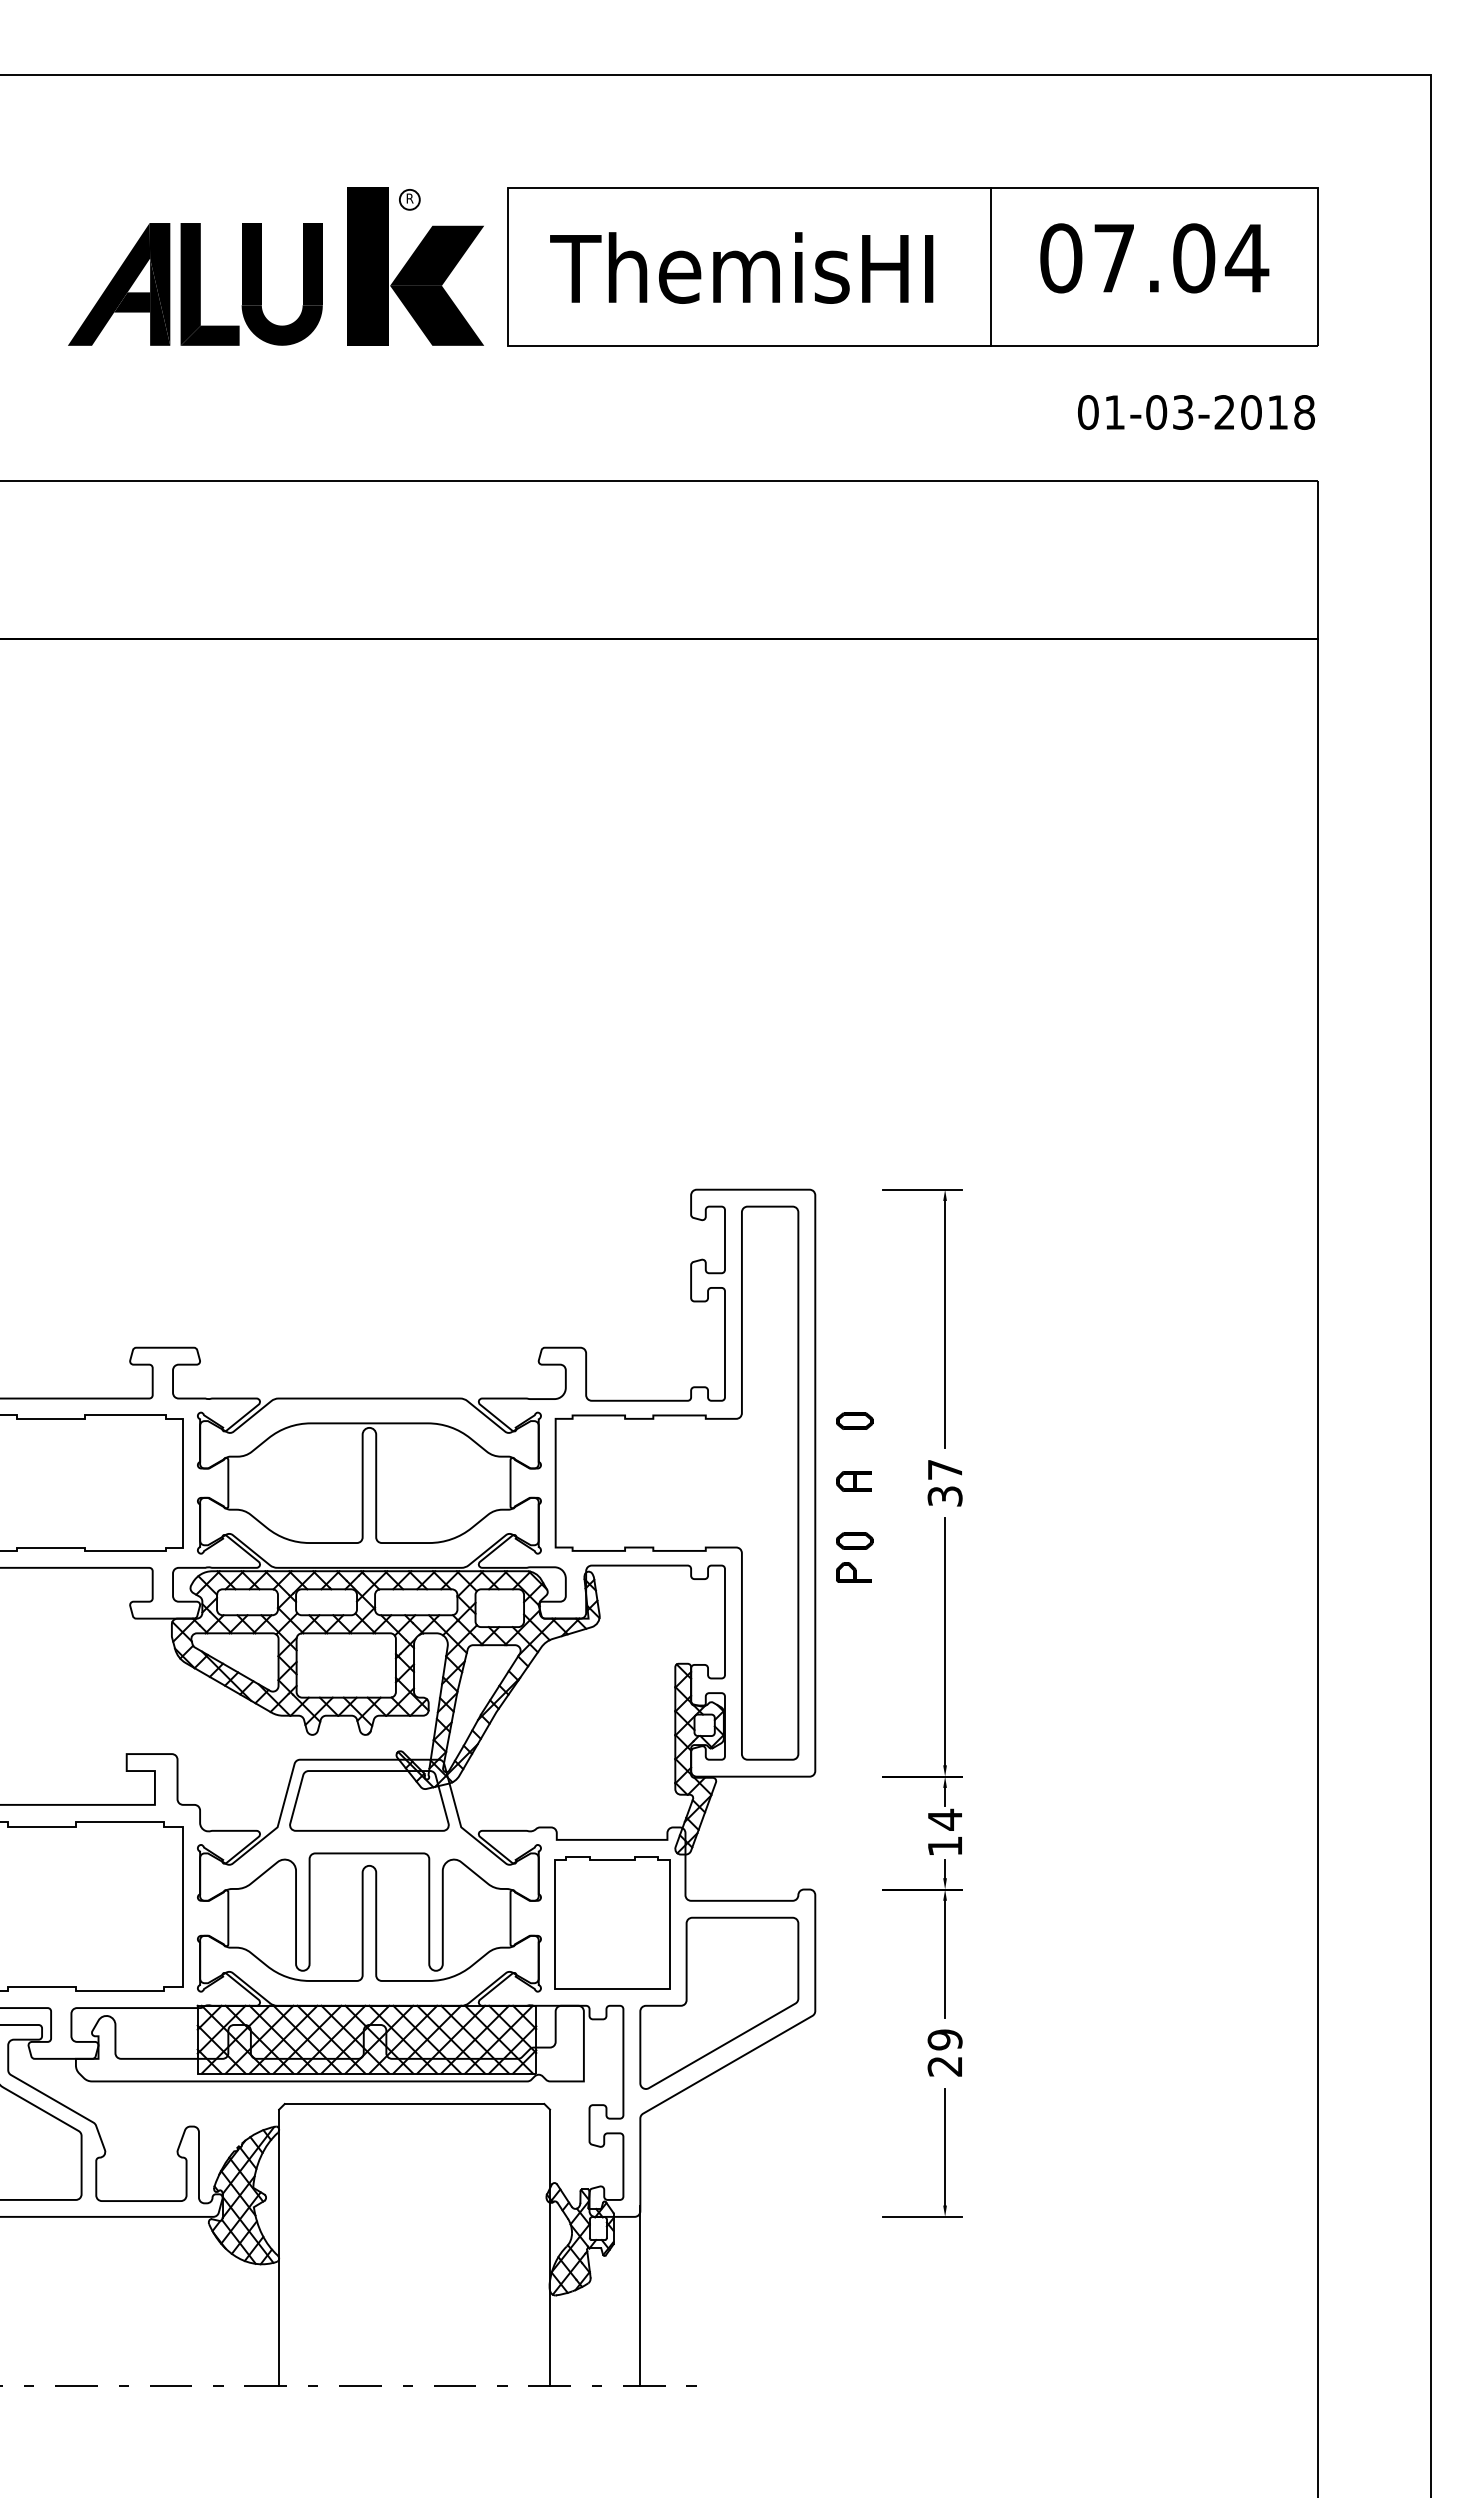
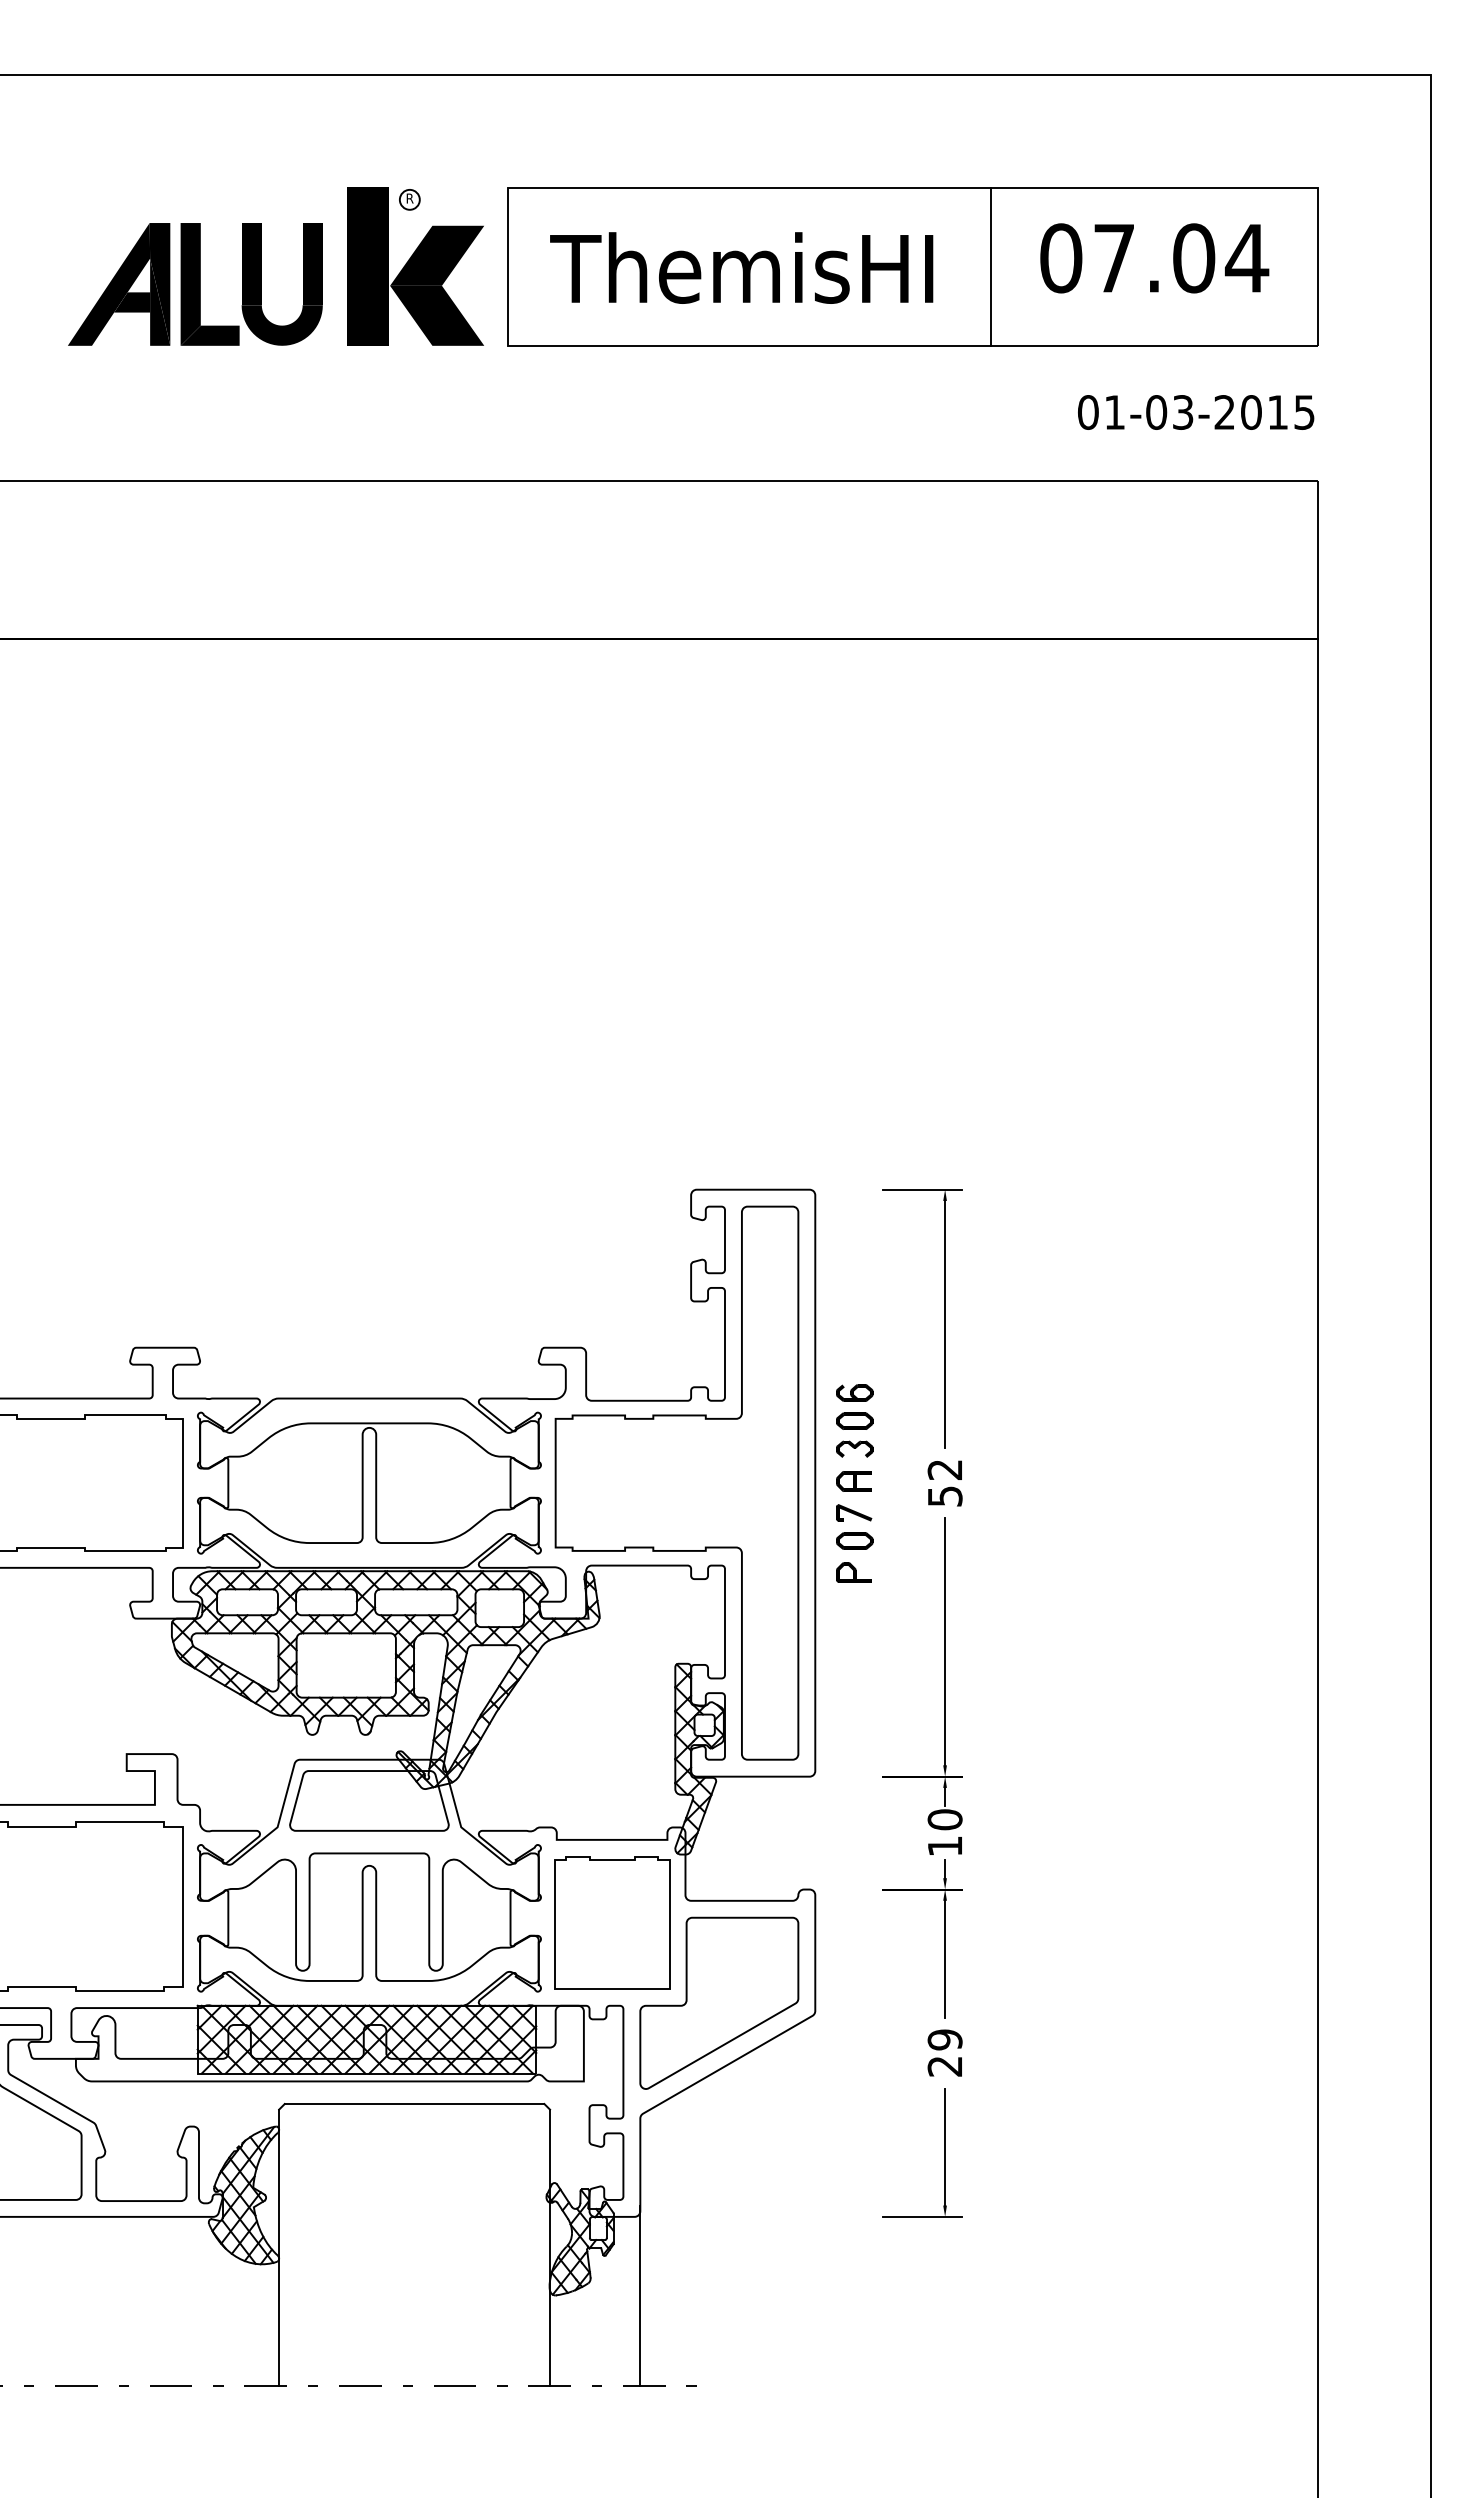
text at (1304, 412): 01-03-2018 -> 01-03-2015
part at (854, 1392): none -> present
part at (854, 1448): none -> present
text at (944, 1483): 37 -> 52
part at (854, 1512): none -> present
text at (944, 1819): 14 -> 10
